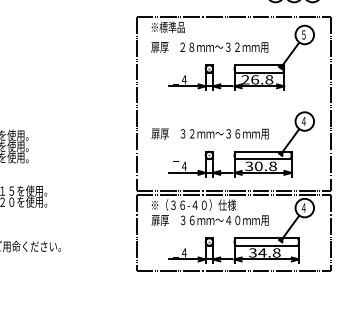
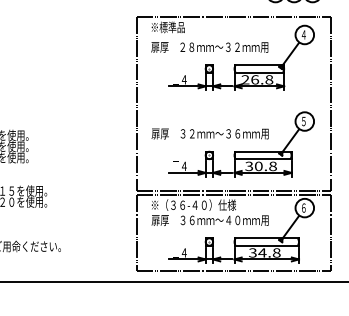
text at (303, 34): ５ -> ４
text at (303, 121): ４ -> ５
text at (303, 207): ４ -> ６
line at (173, 282): none -> present
